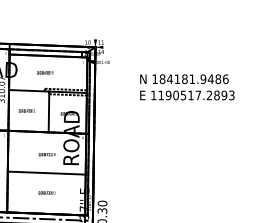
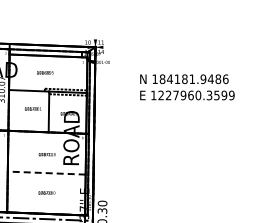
text at (196, 95): 1190517.2893 -> 1227960.3599
text at (27, 110) position: (27, 110) -> (33, 108)
line at (46, 173): solid -> dashed
